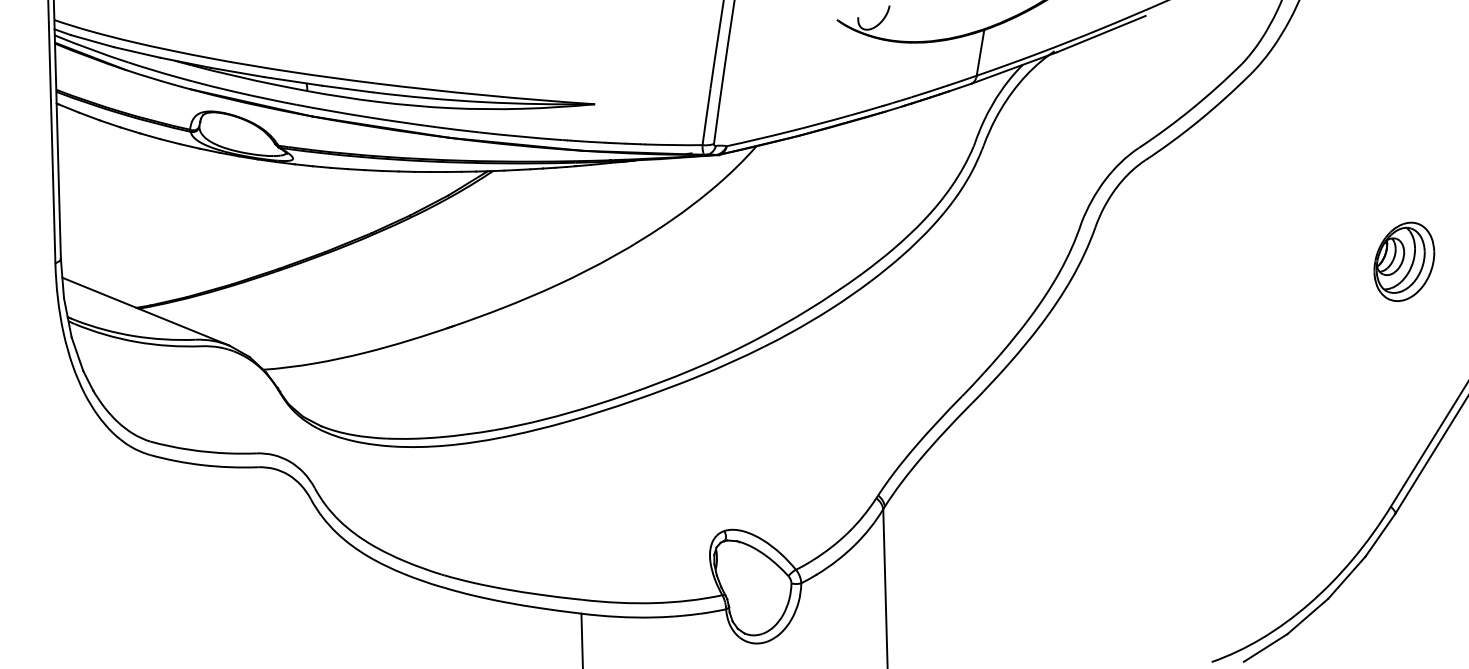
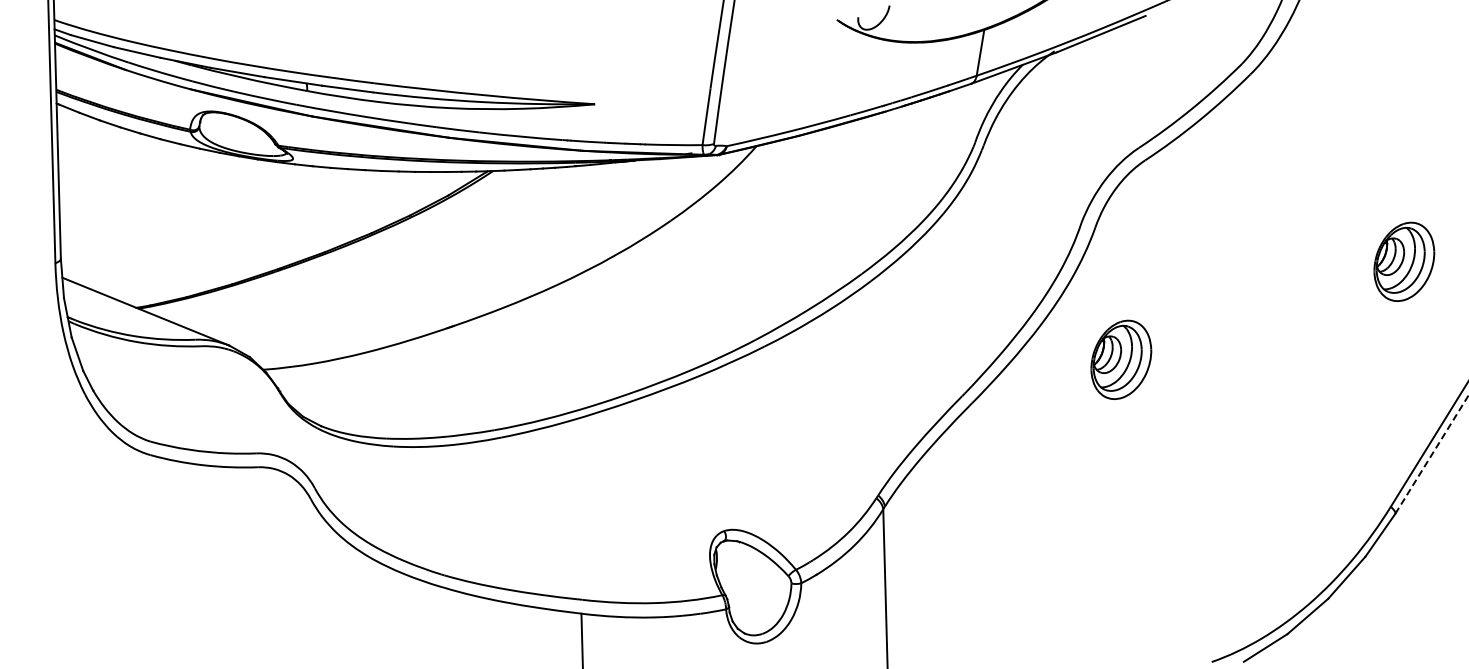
part at (1121, 359): none -> present
line at (1431, 454): solid -> dashed
